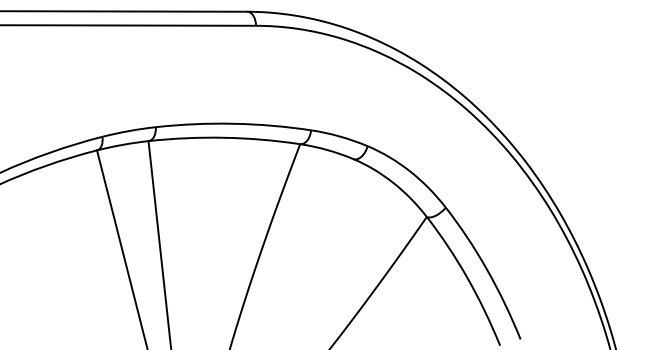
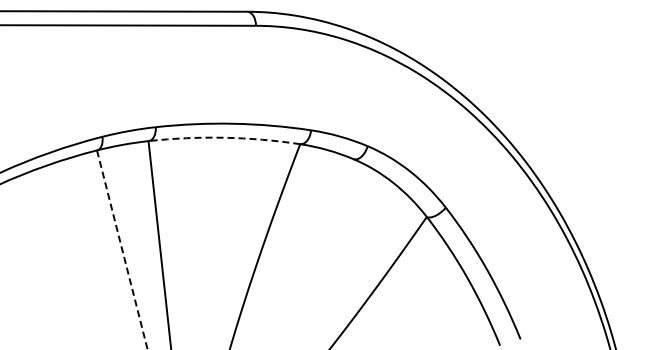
arc at (224, 137): solid -> dashed
line at (122, 250): solid -> dashed
